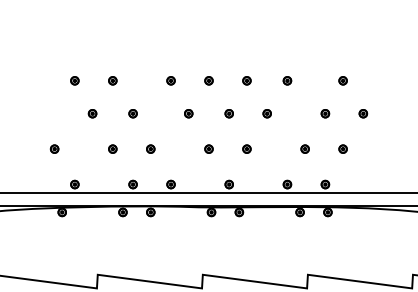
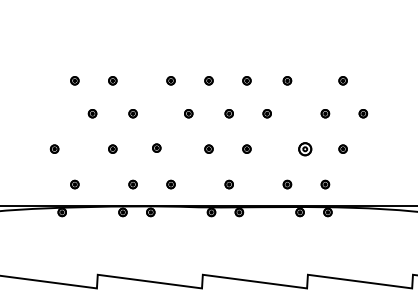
part at (150, 148) position: (150, 148) -> (156, 147)
part at (304, 148) size: 10x10 px -> 15x15 px
line at (208, 193): present -> none
